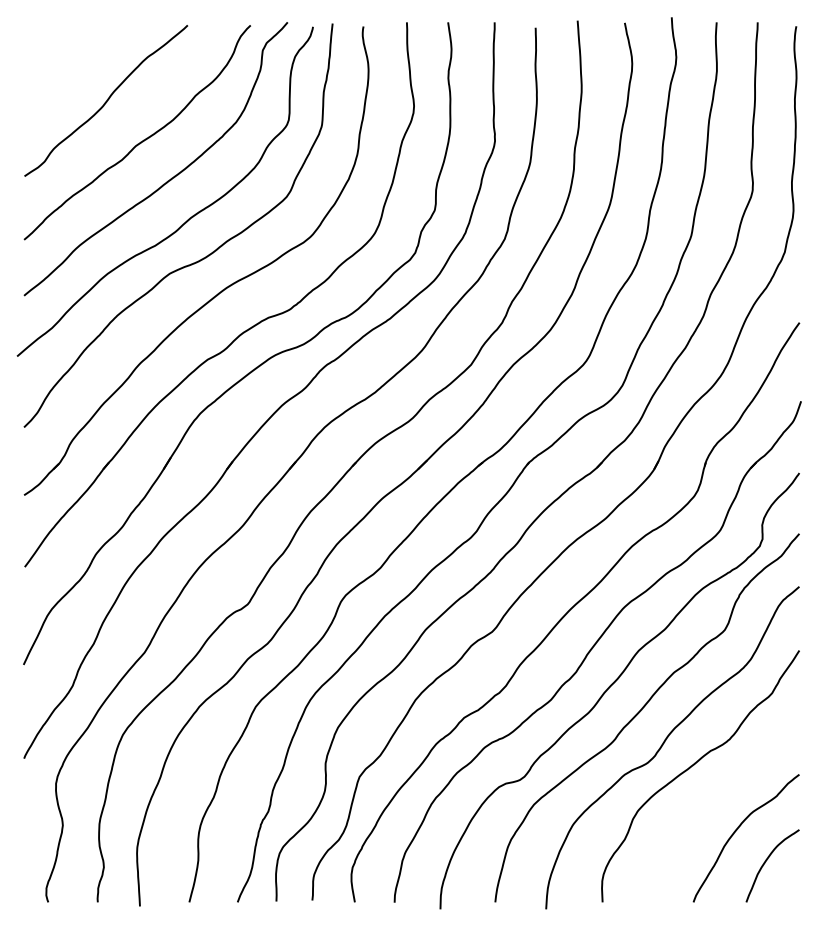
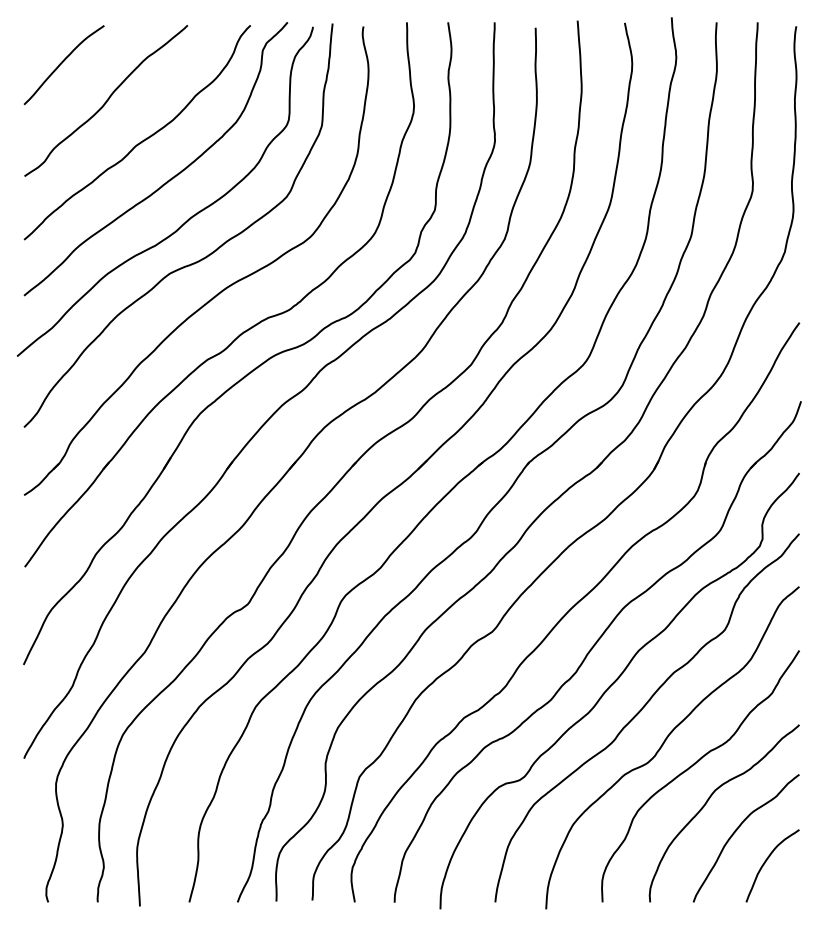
curve at (62, 63): none -> present
curve at (708, 801): none -> present
